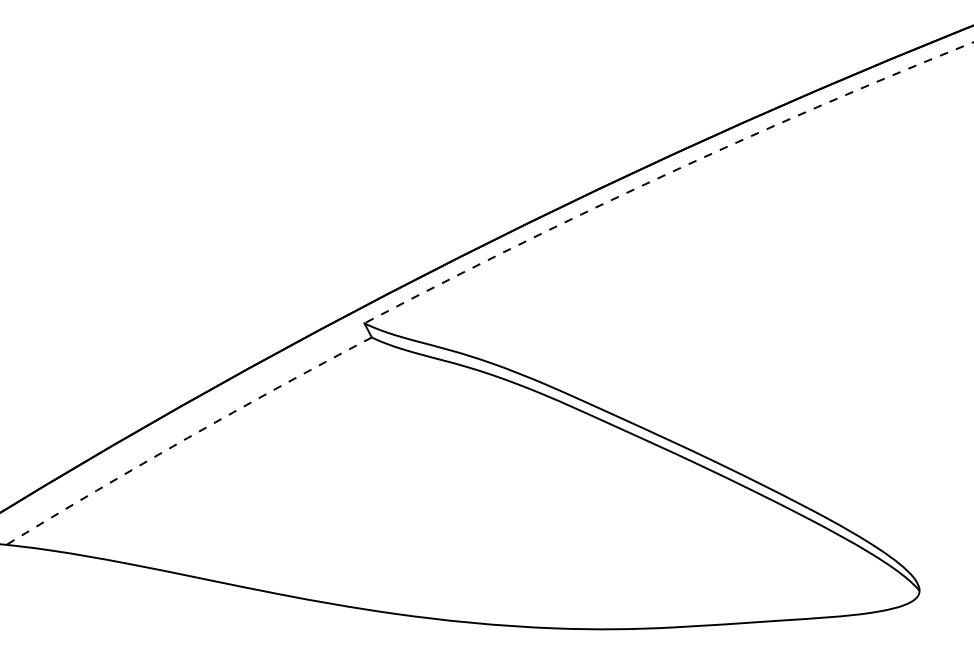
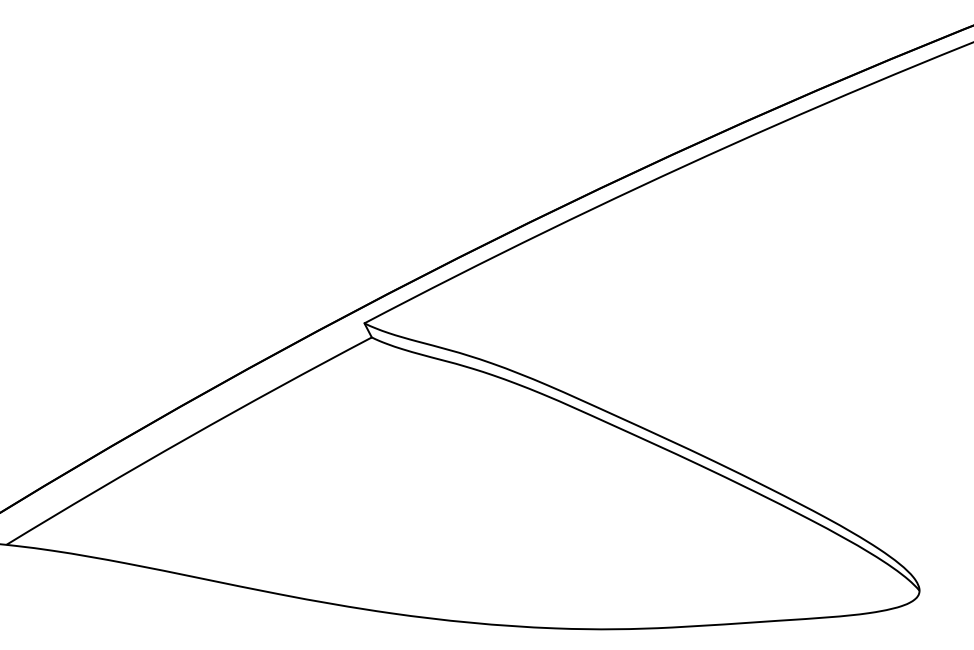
arc at (665, 175): dashed -> solid
arc at (187, 438): dashed -> solid
